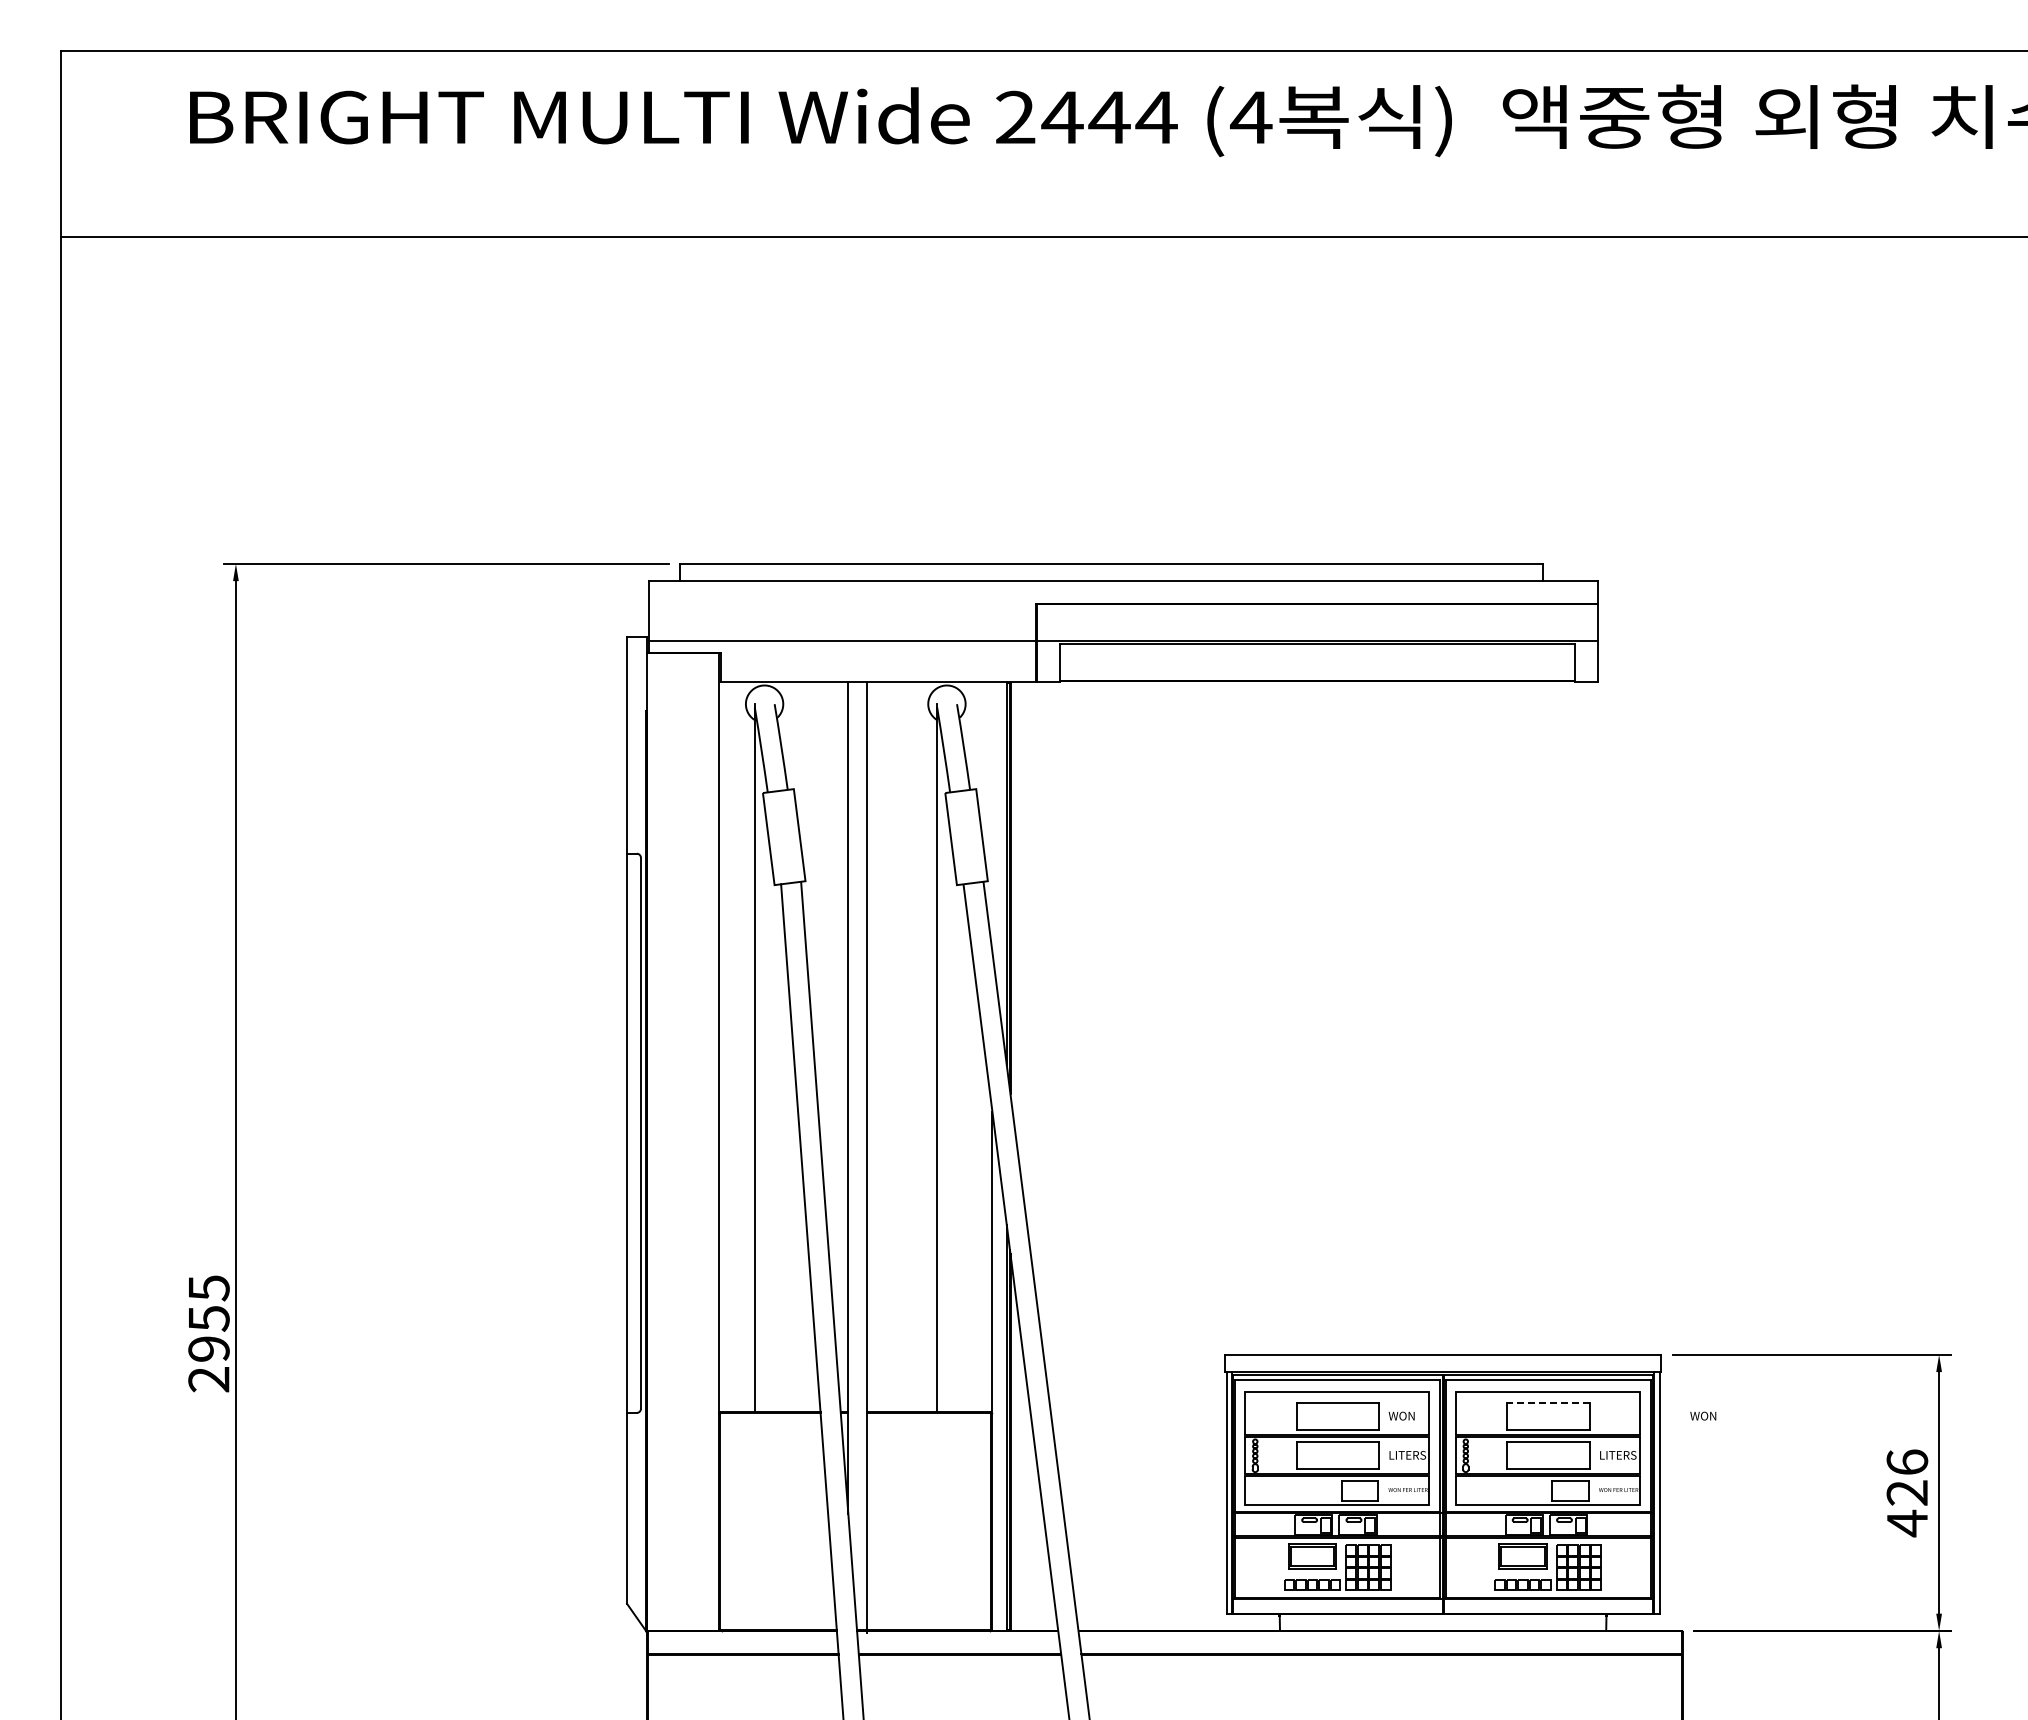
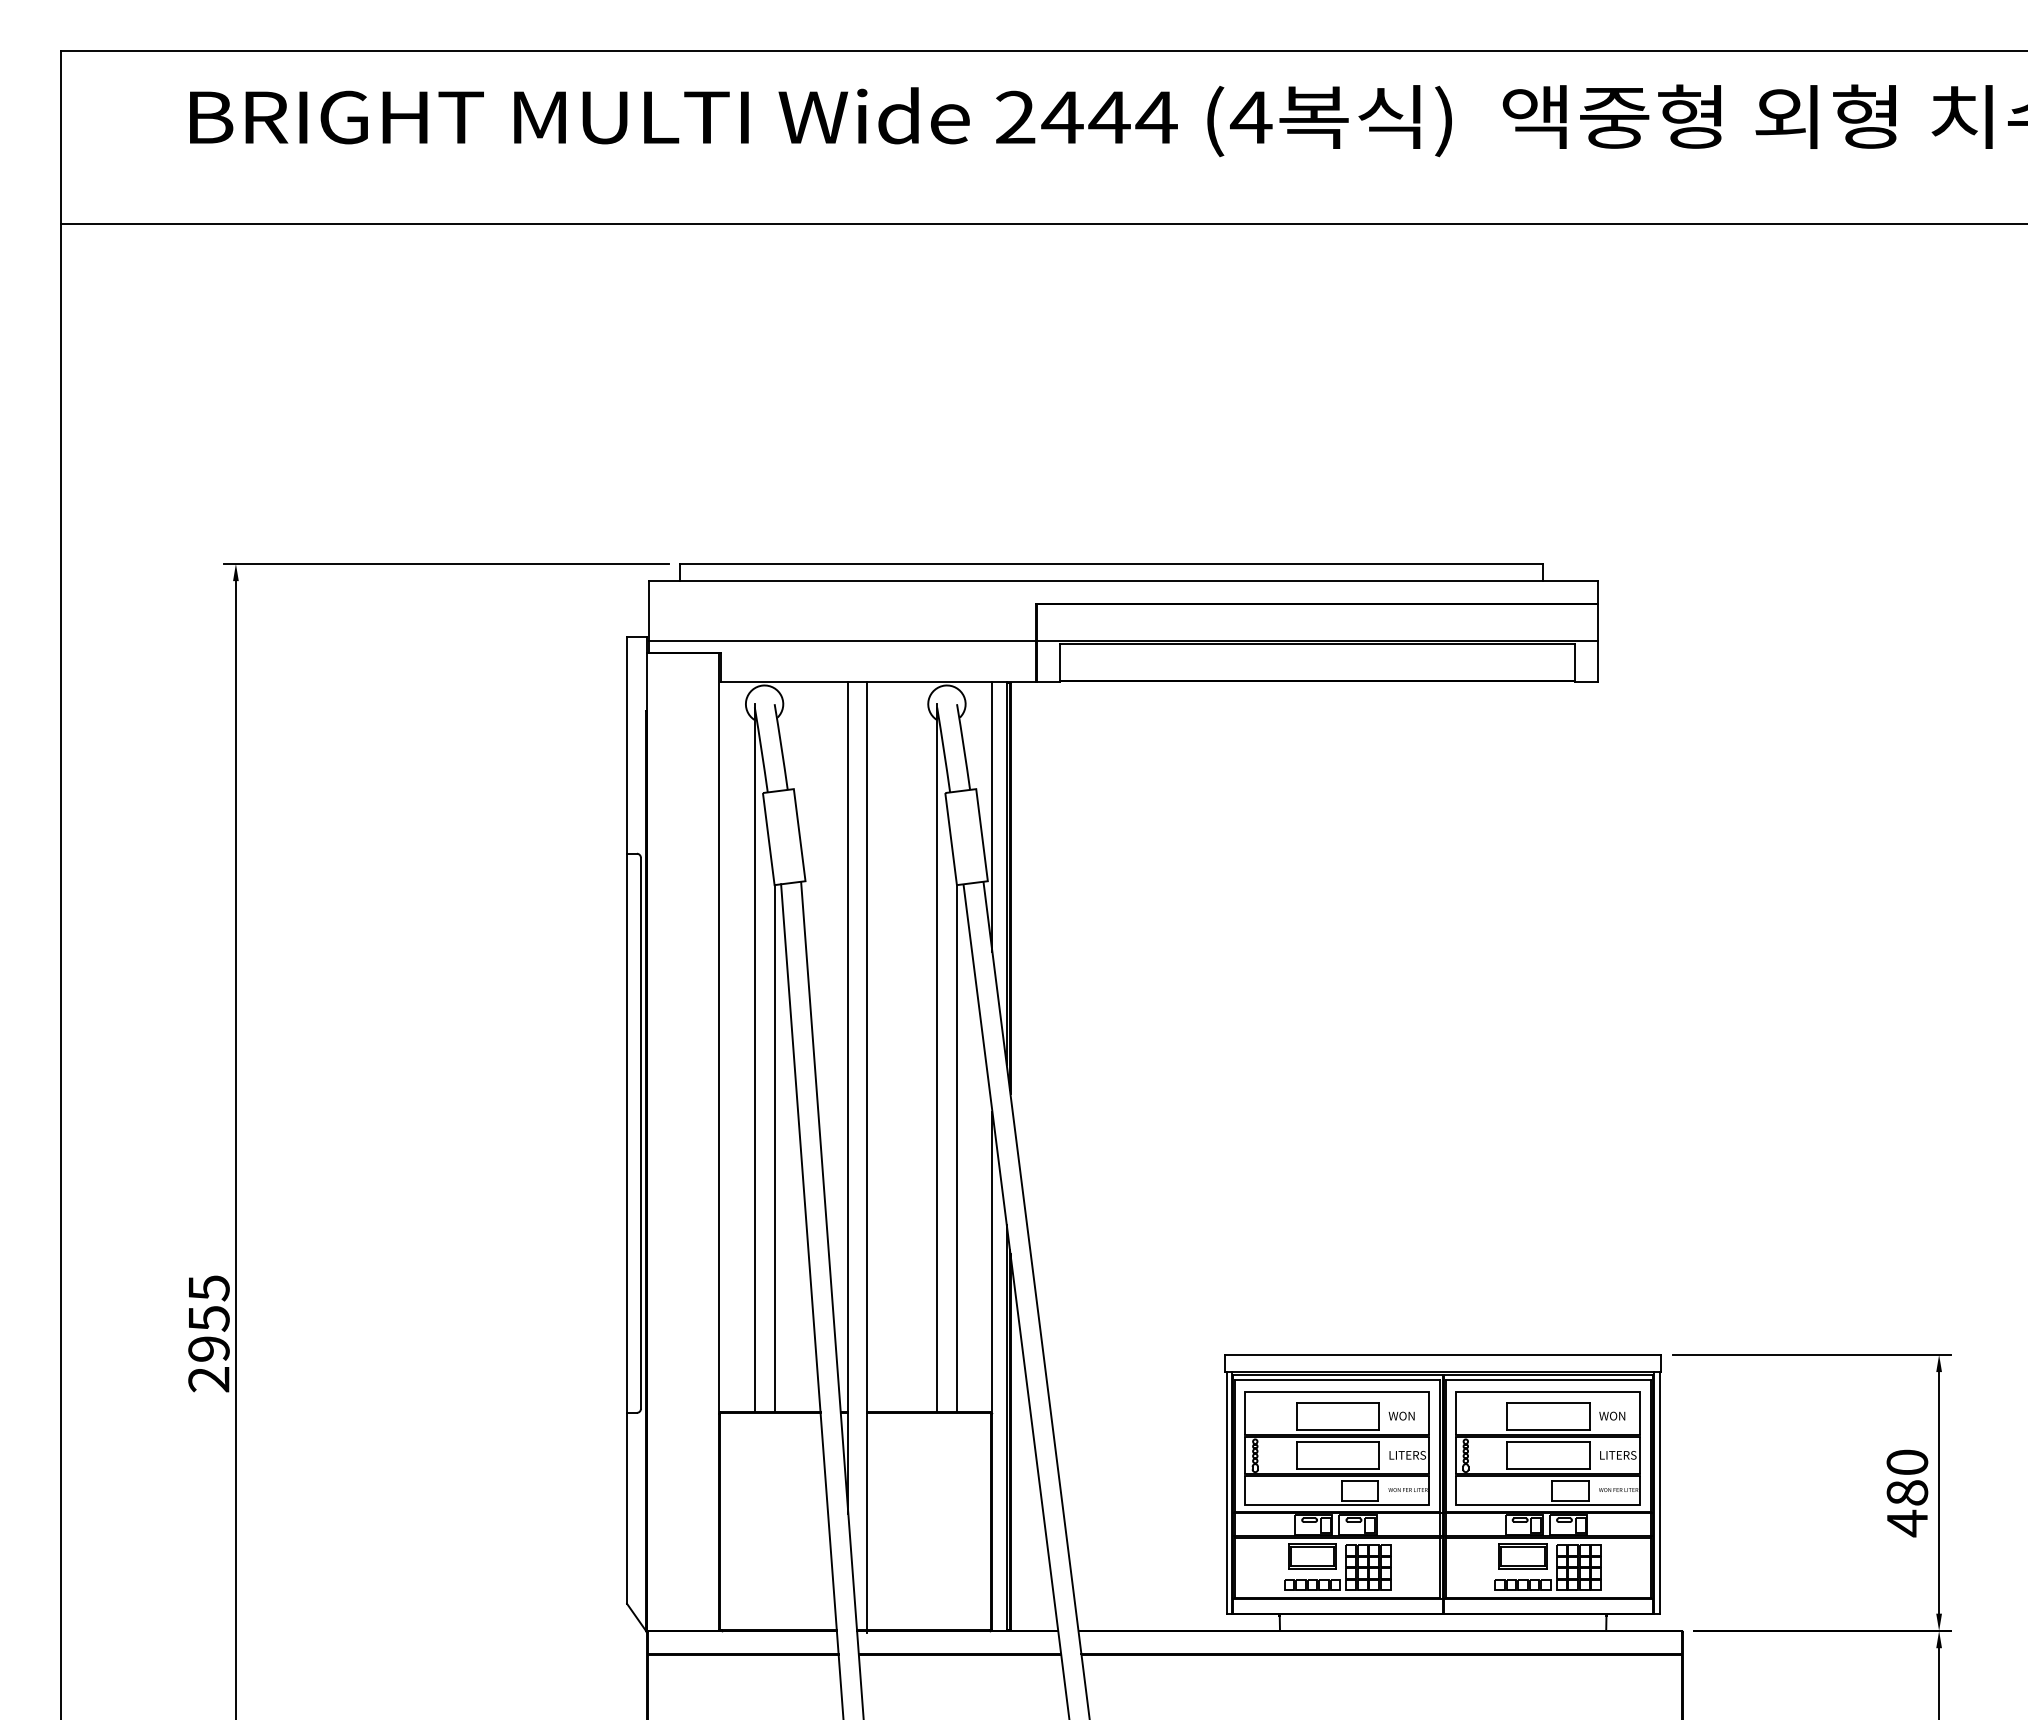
line at (1042, 237) position: (1042, 237) -> (1042, 224)
line at (992, 816): none -> present
line at (774, 1148): none -> present
line at (957, 1148): none -> present
line at (1547, 1403): dashed -> solid
text at (1703, 1415) position: (1703, 1415) -> (1612, 1415)
text at (1907, 1477): 426 -> 480
